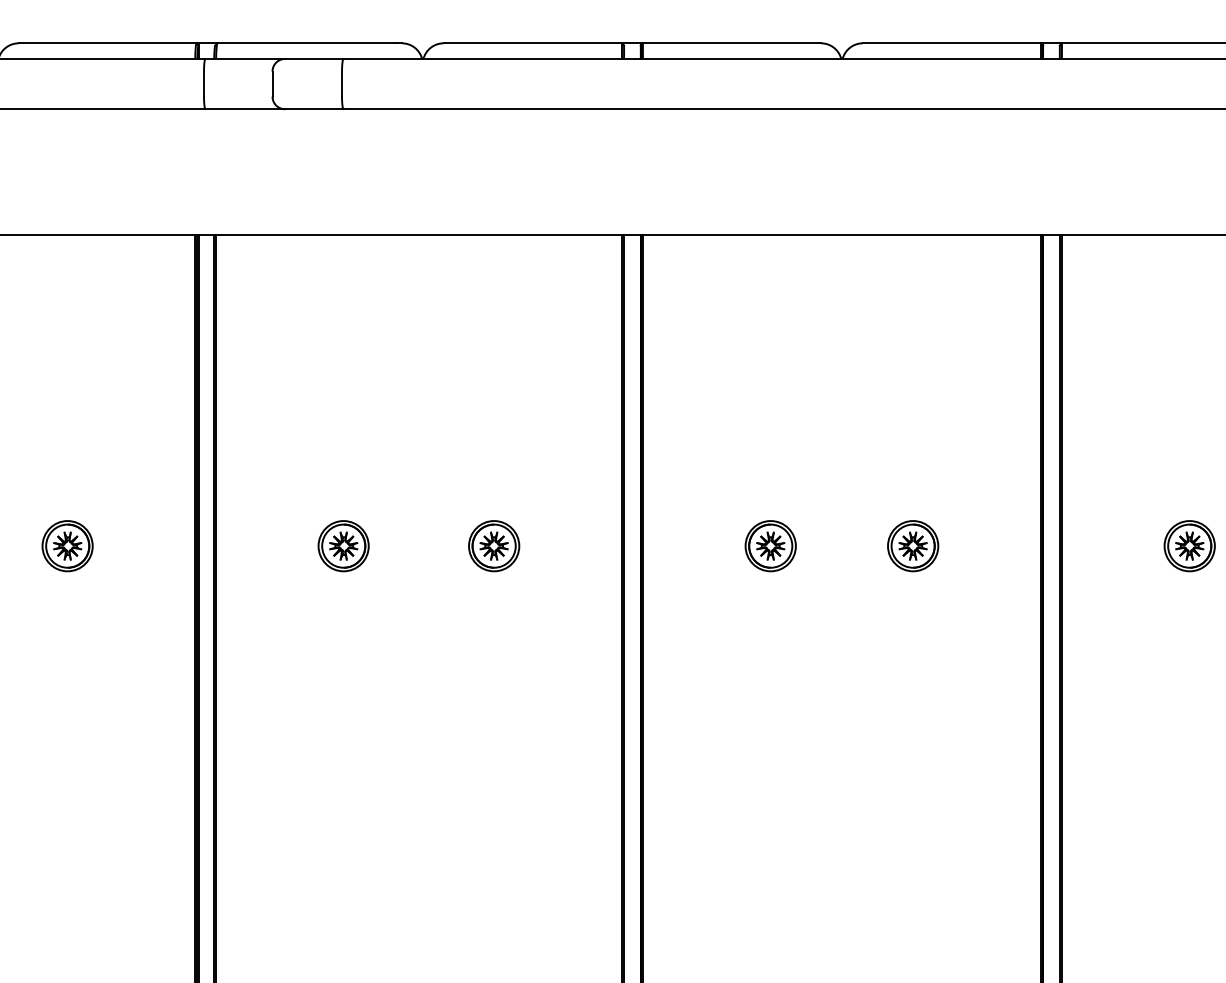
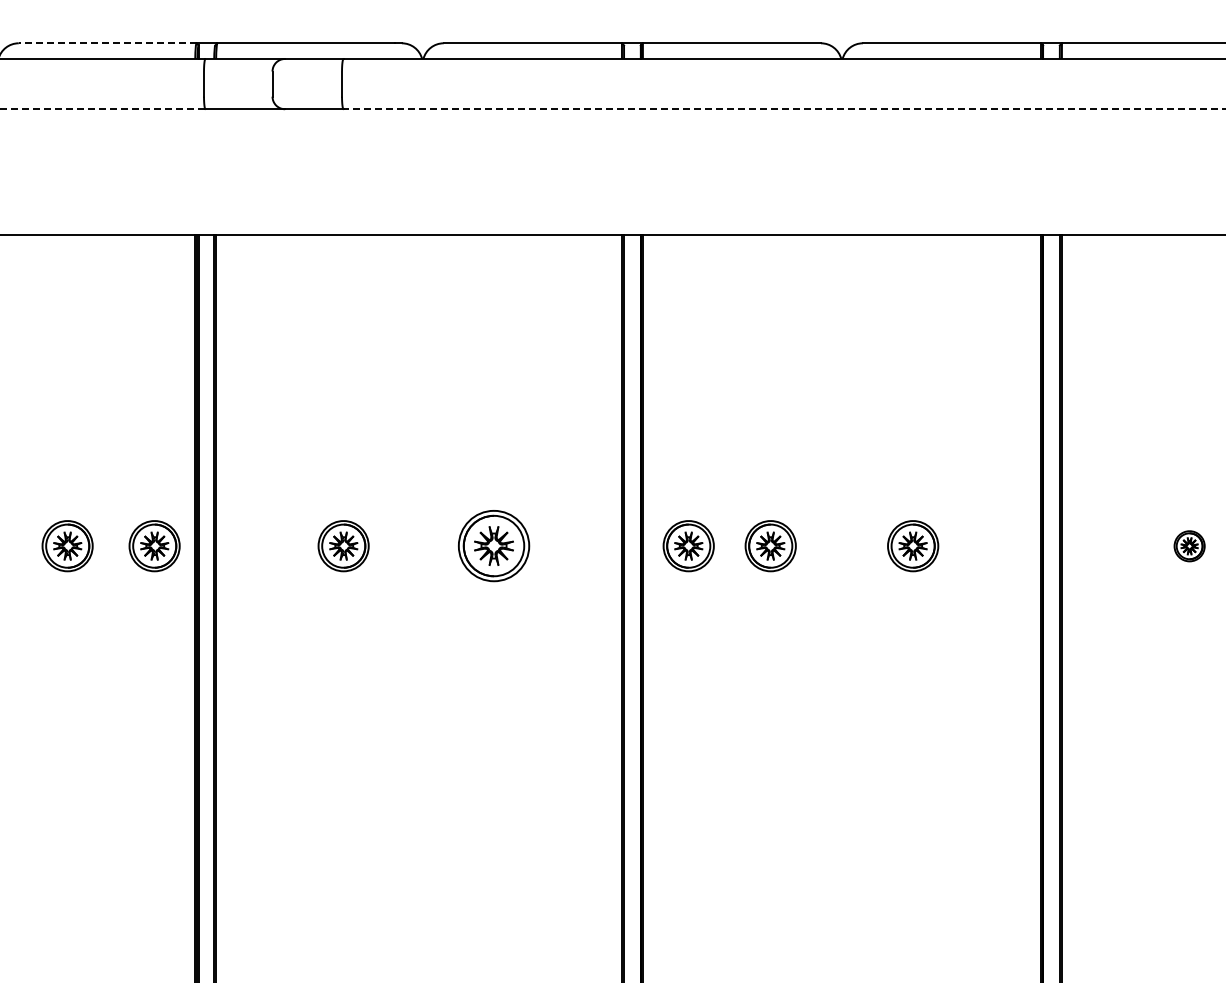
line at (107, 43): solid -> dashed
line at (102, 109): solid -> dashed
line at (784, 109): solid -> dashed
part at (154, 546): none -> present
part at (494, 546) size: 53x53 px -> 73x73 px
part at (688, 546): none -> present
part at (1189, 546) size: 53x53 px -> 33x33 px
